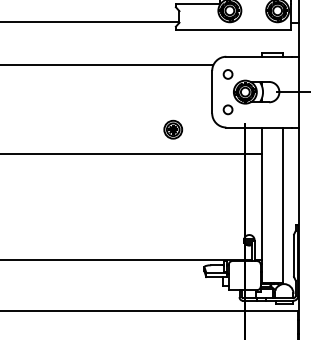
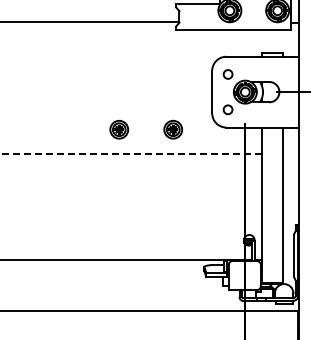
line at (107, 65): present -> none
part at (119, 129): none -> present
line at (130, 153): solid -> dashed
